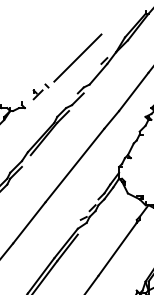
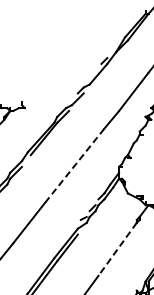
part at (67, 66): present -> none
line at (74, 165): solid -> dashed
line at (117, 249): solid -> dashed
